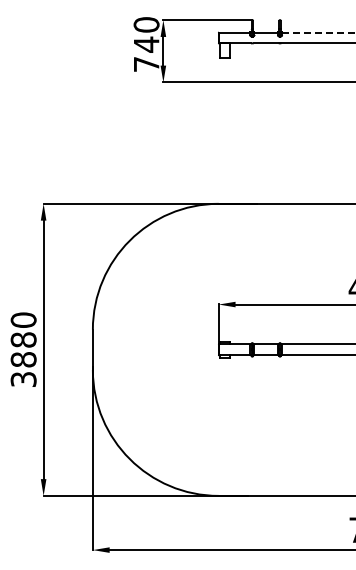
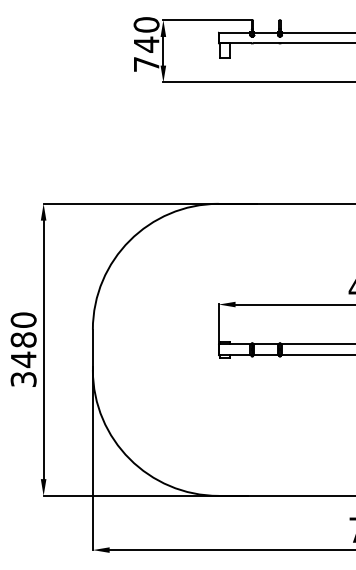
line at (318, 32): dashed -> solid
text at (23, 359): 3880 -> 3480
